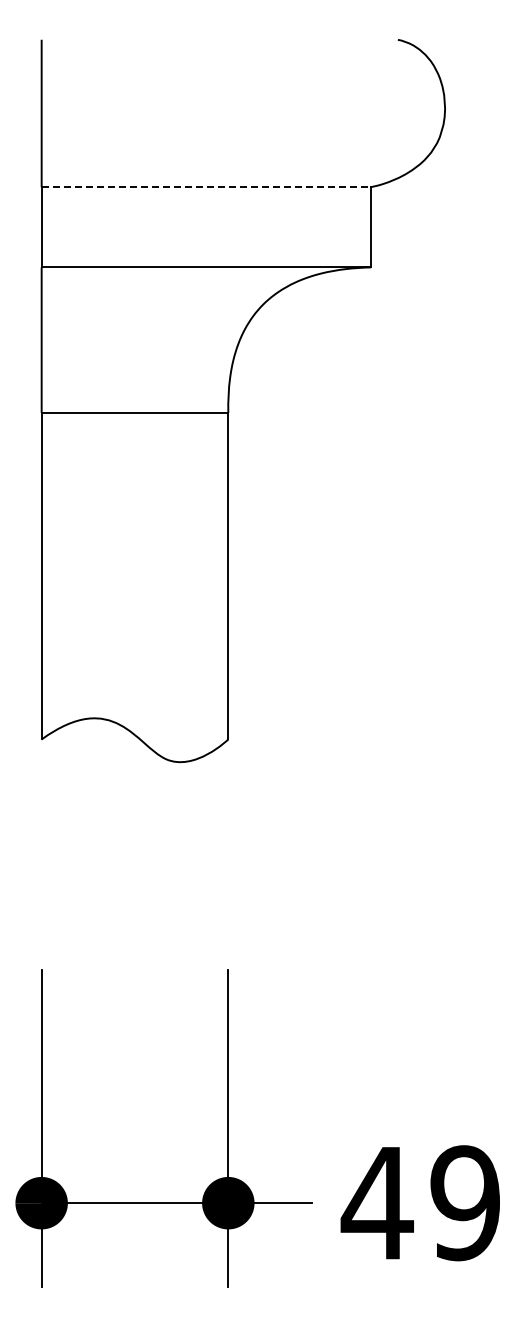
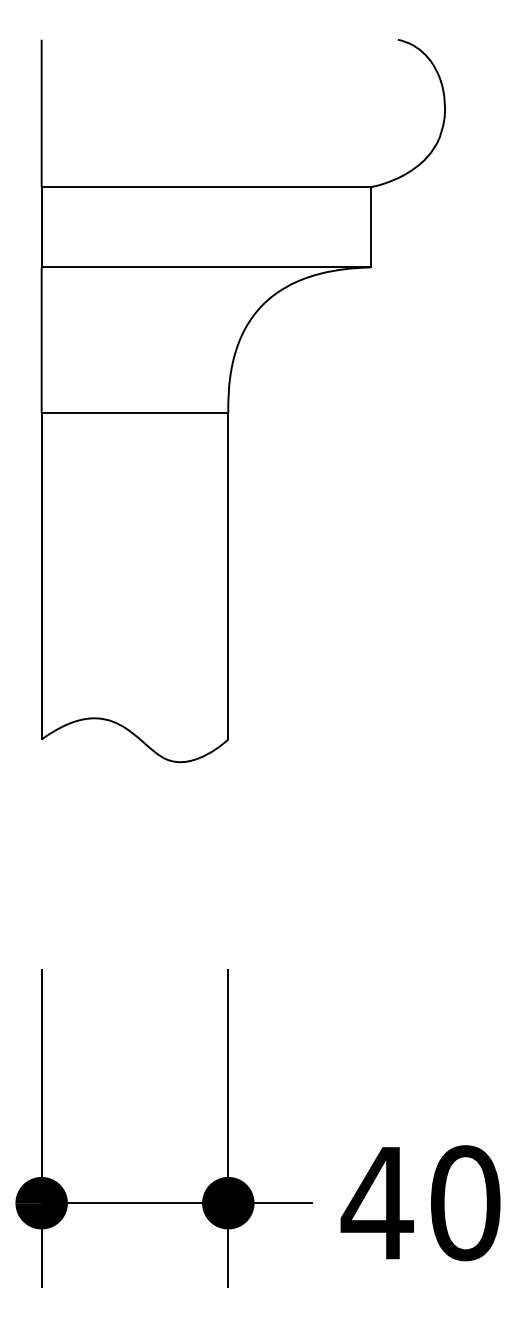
line at (206, 187): dashed -> solid
text at (465, 1203): 49 -> 40
